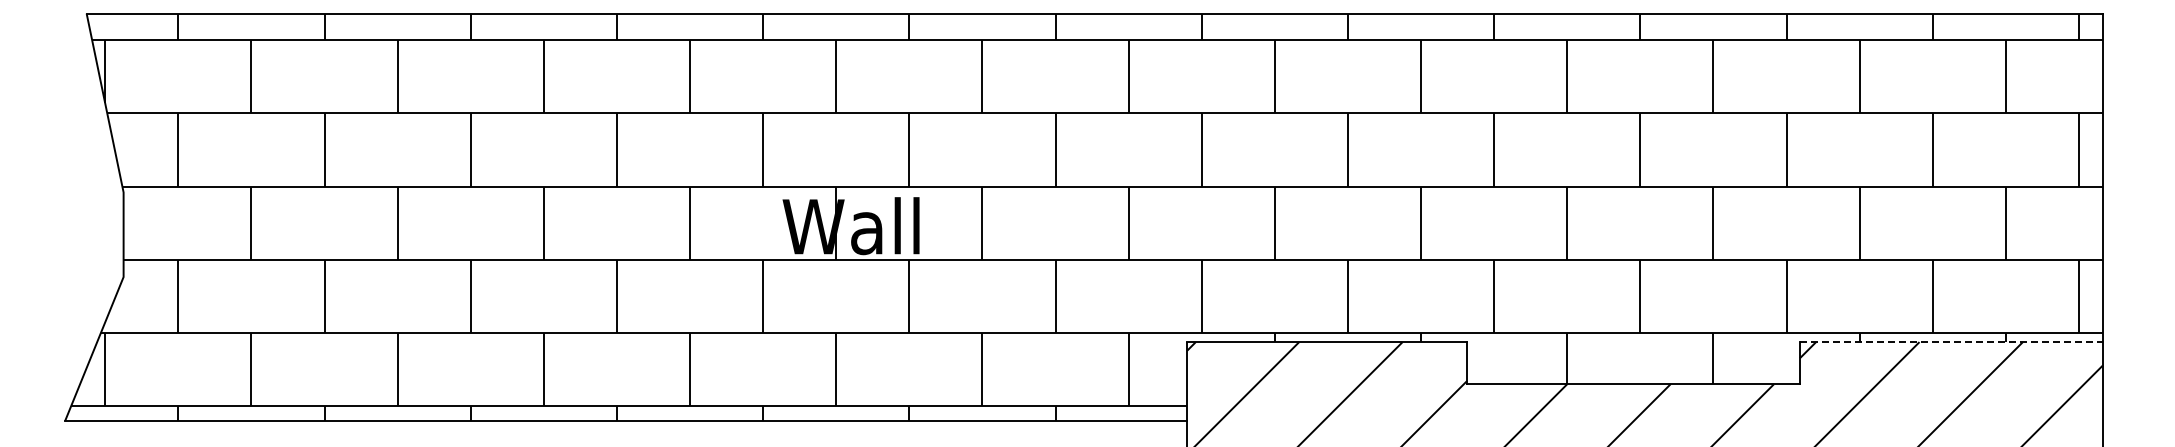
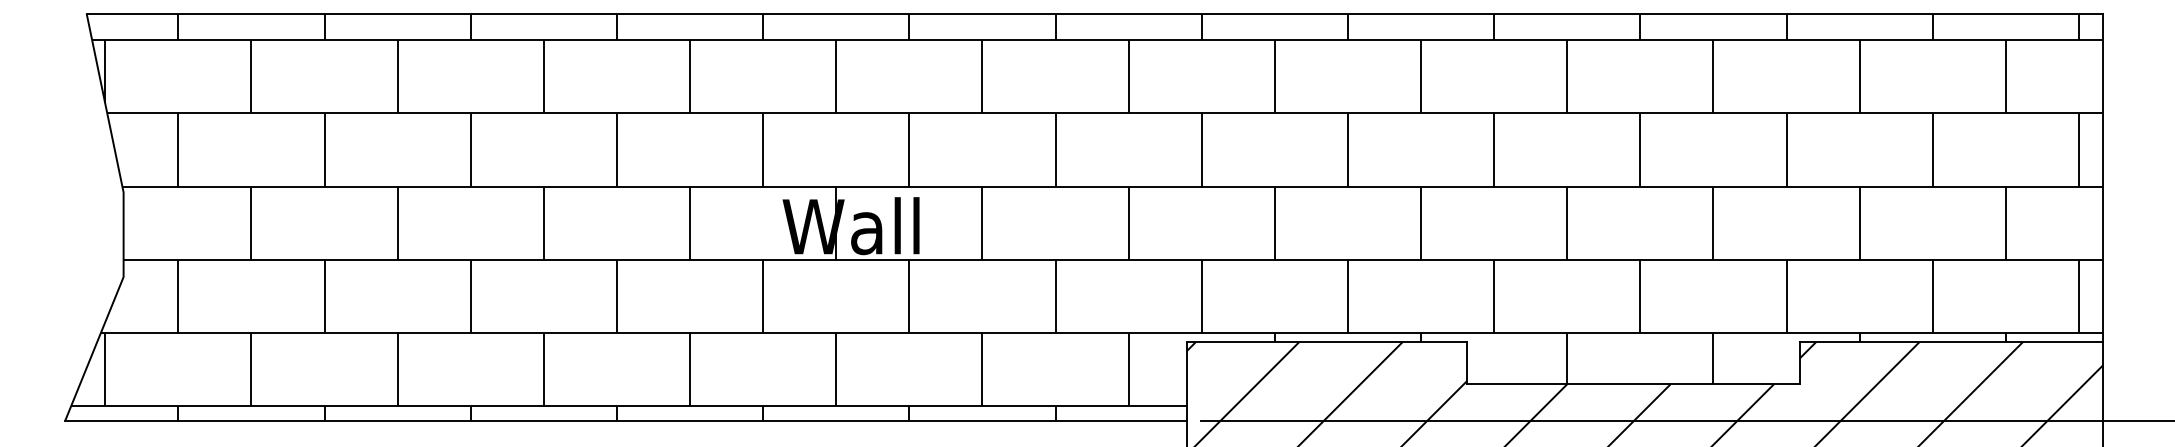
line at (1951, 342): dashed -> solid
line at (1686, 420): none -> present
